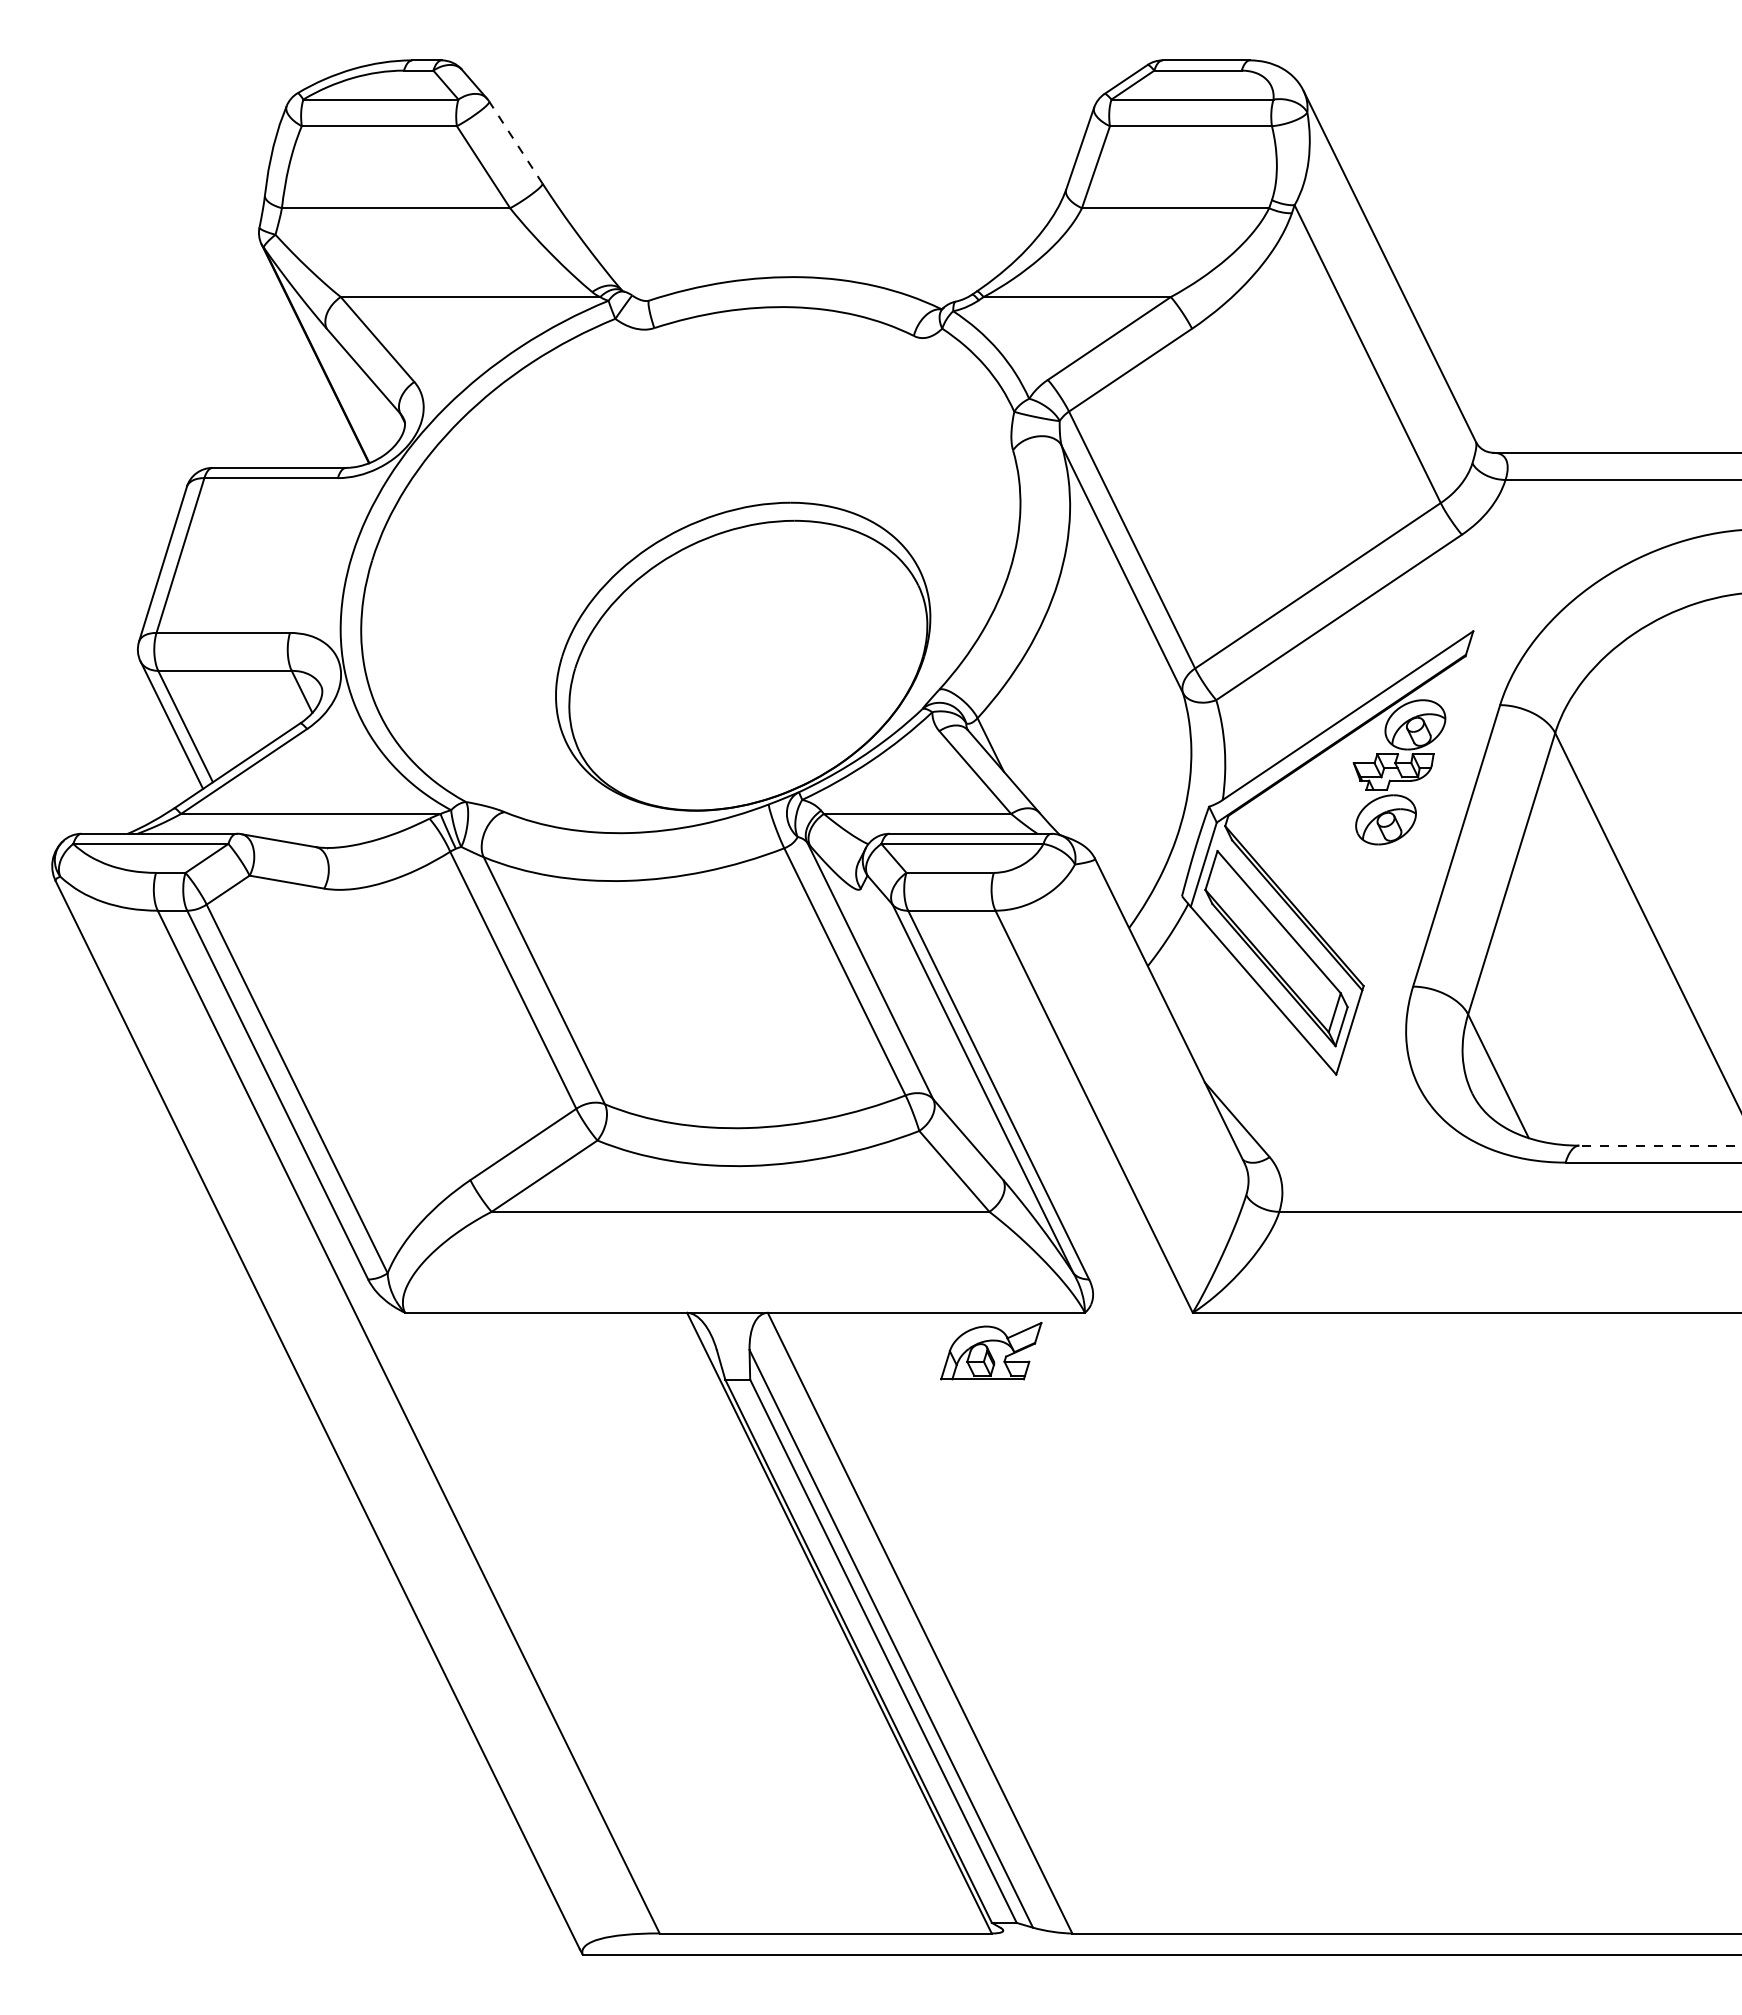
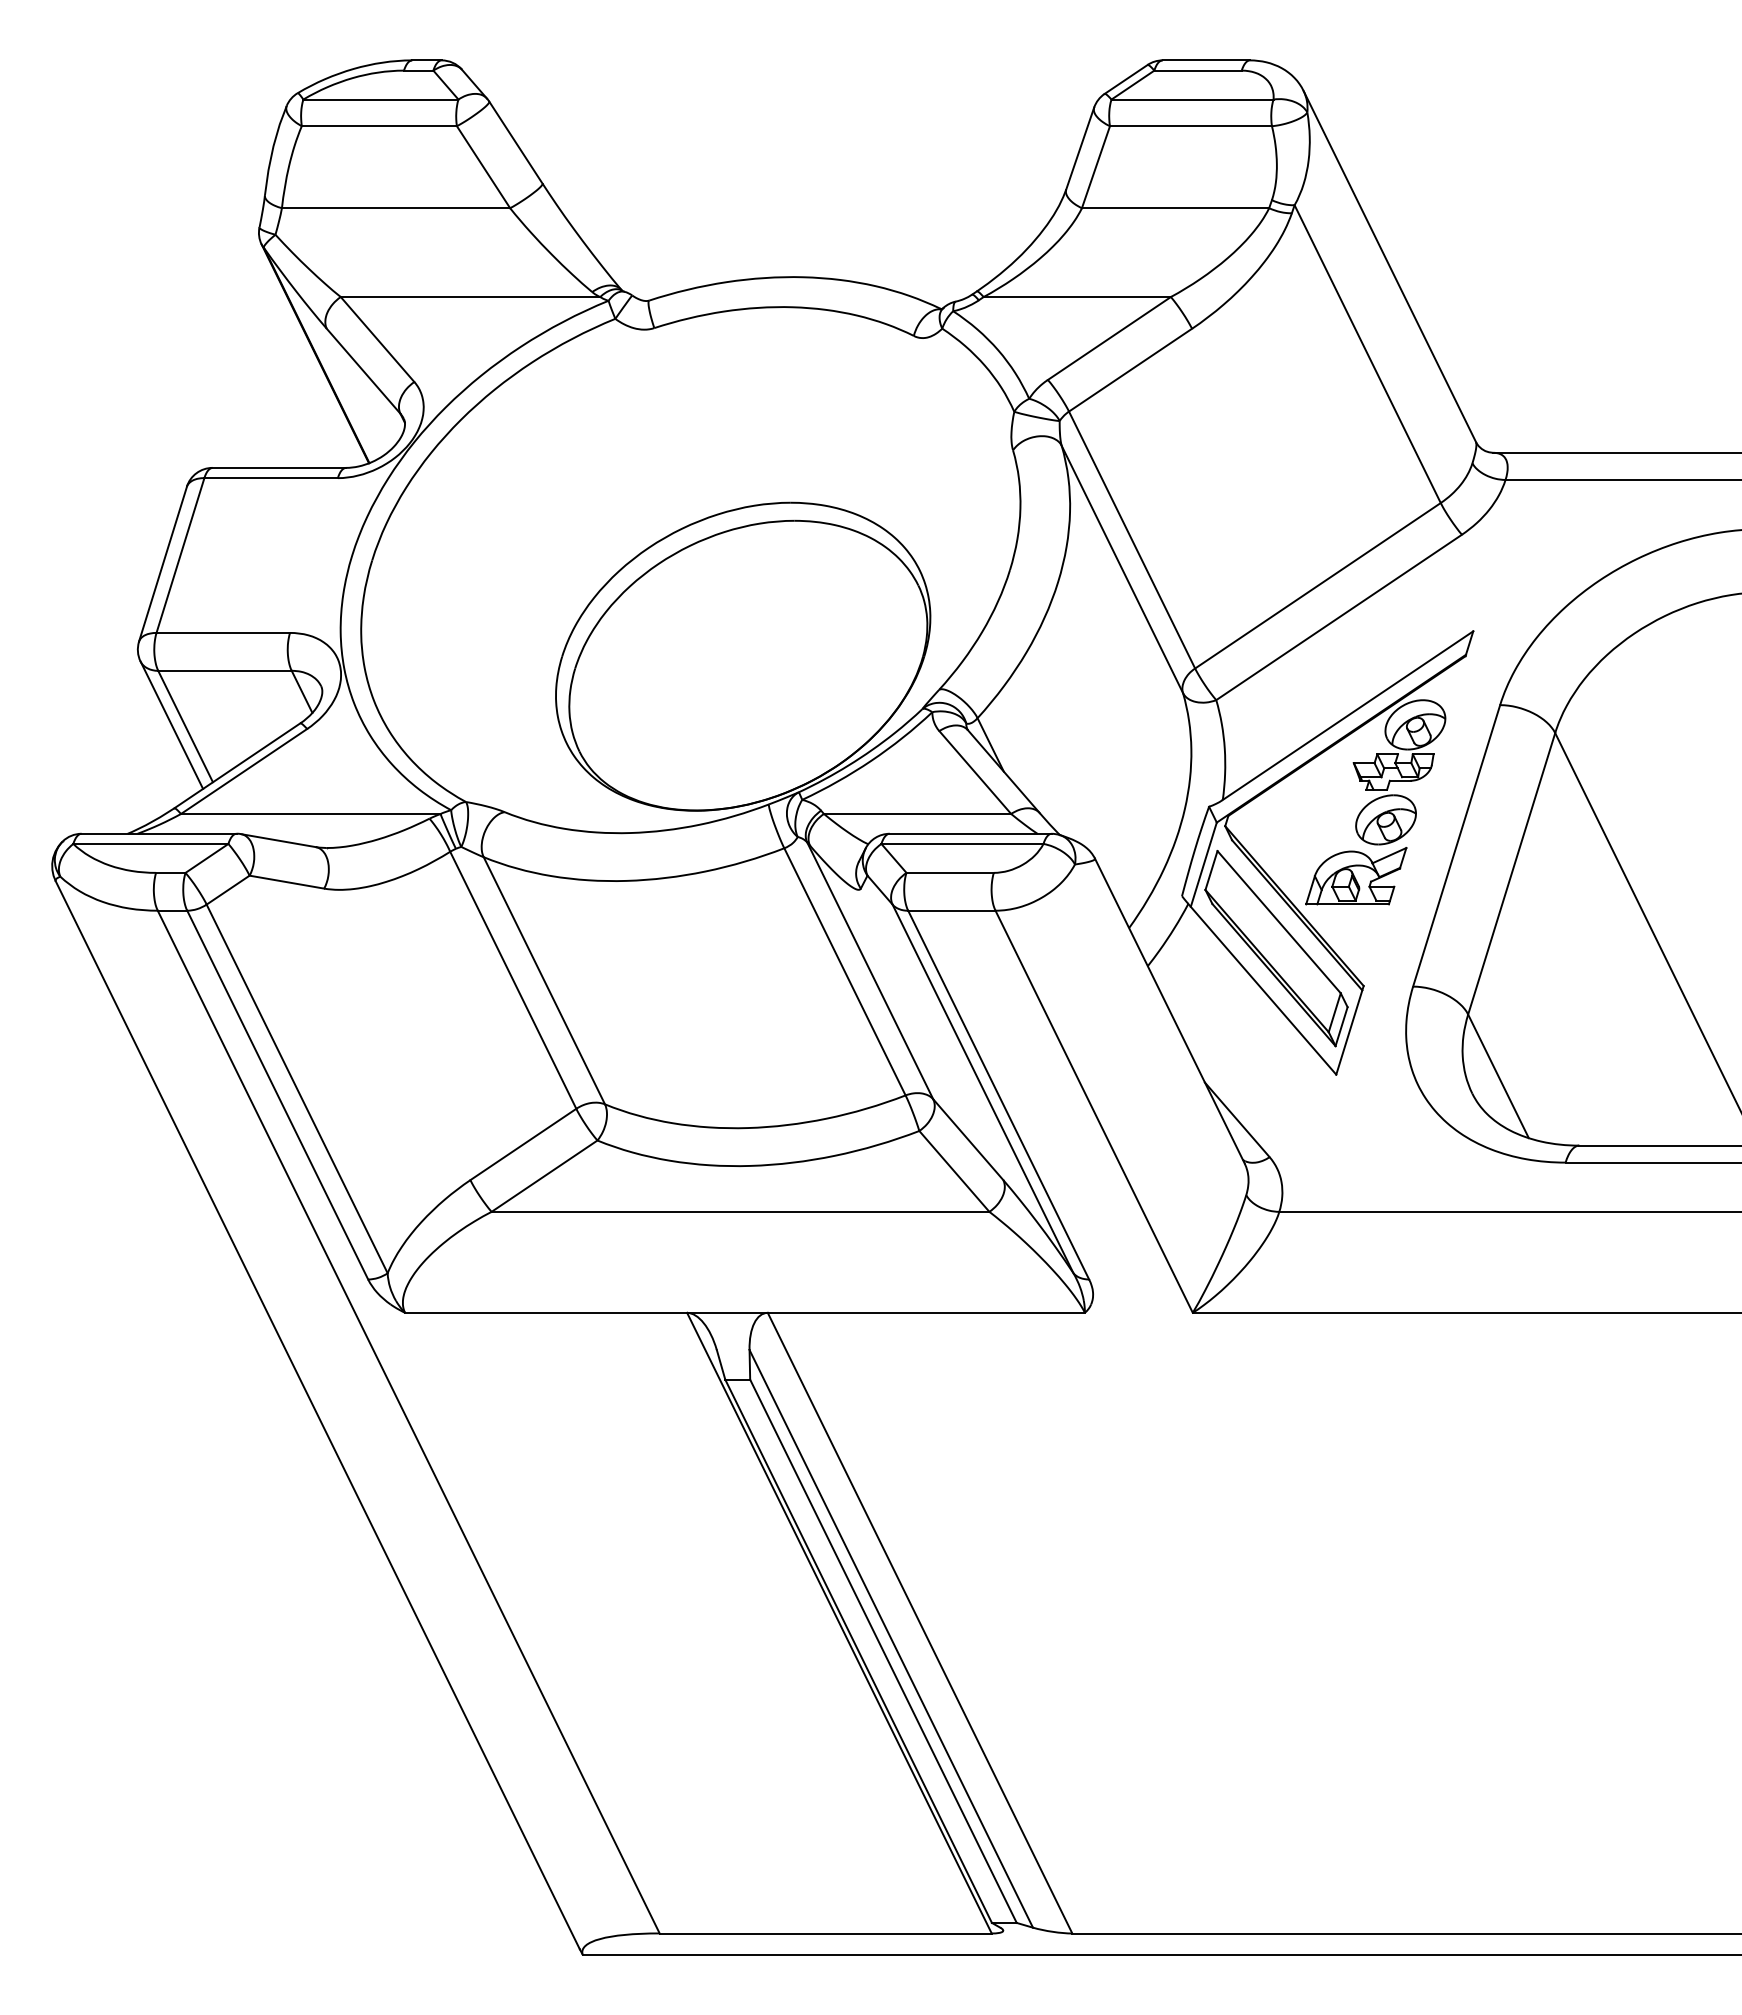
line at (515, 142): dashed -> solid
line at (1660, 1145): dashed -> solid
part at (991, 1351) position: (991, 1351) -> (1356, 876)
